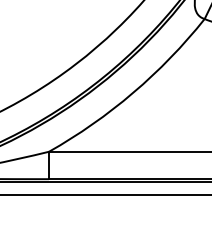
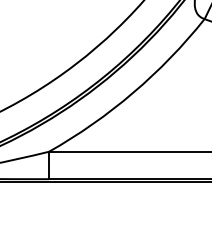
line at (105, 194): present -> none
